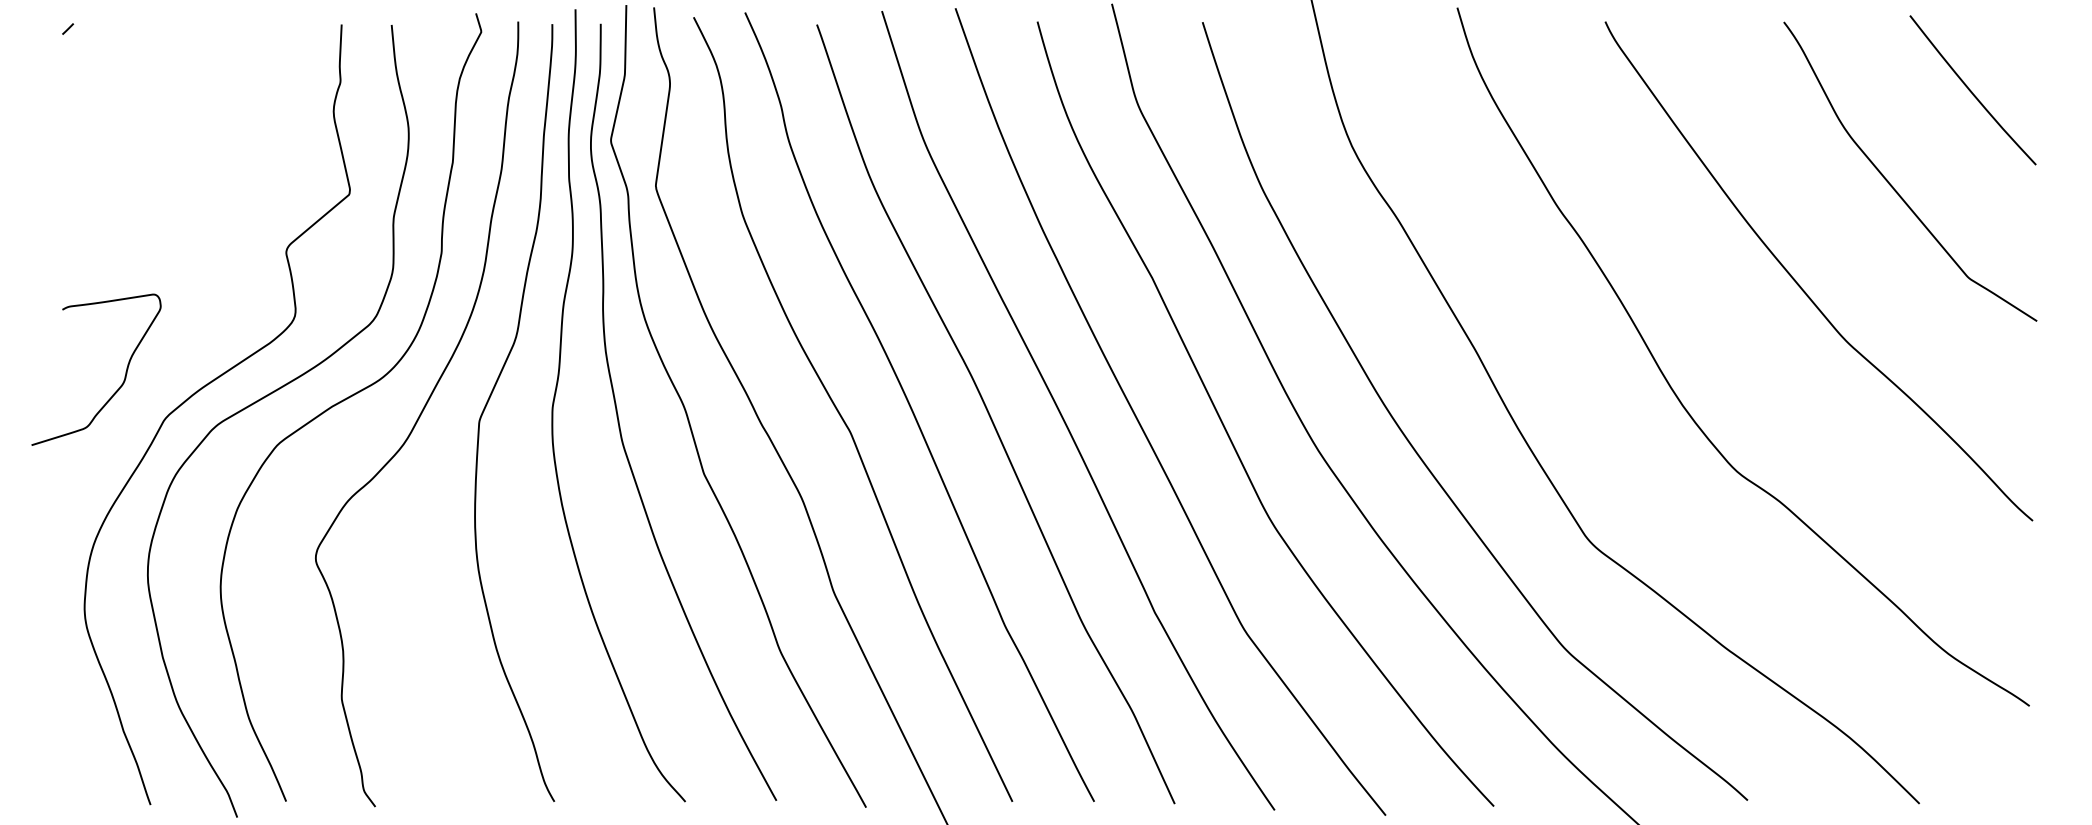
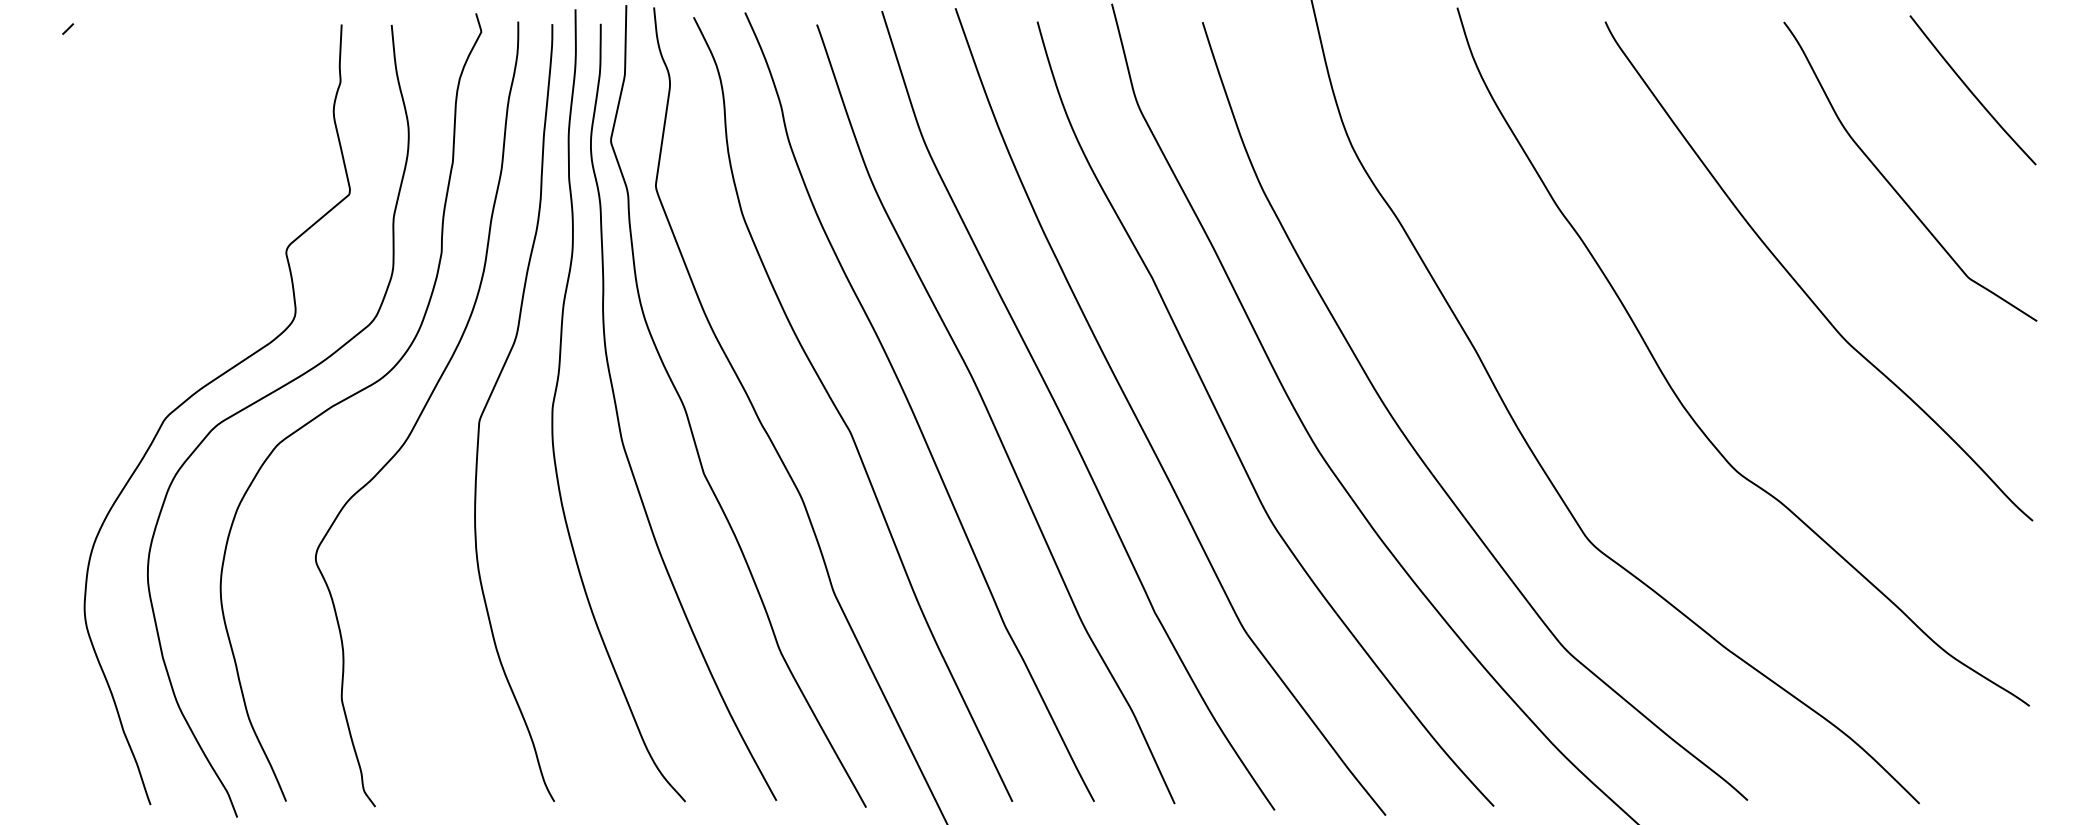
curve at (119, 386): present -> none
